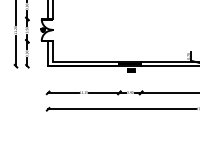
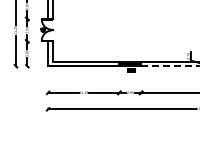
line at (170, 66): solid -> dashed
